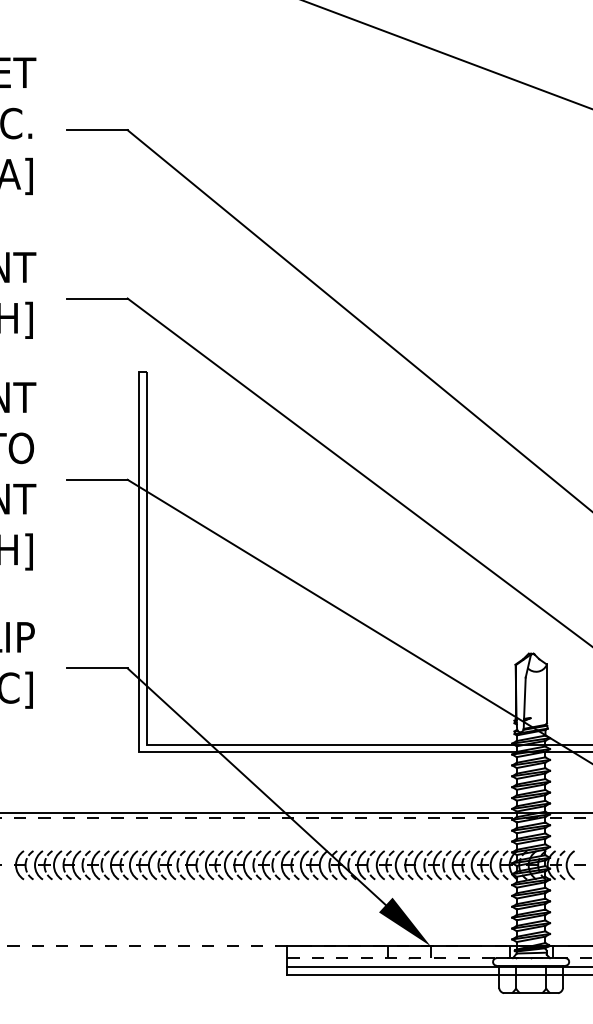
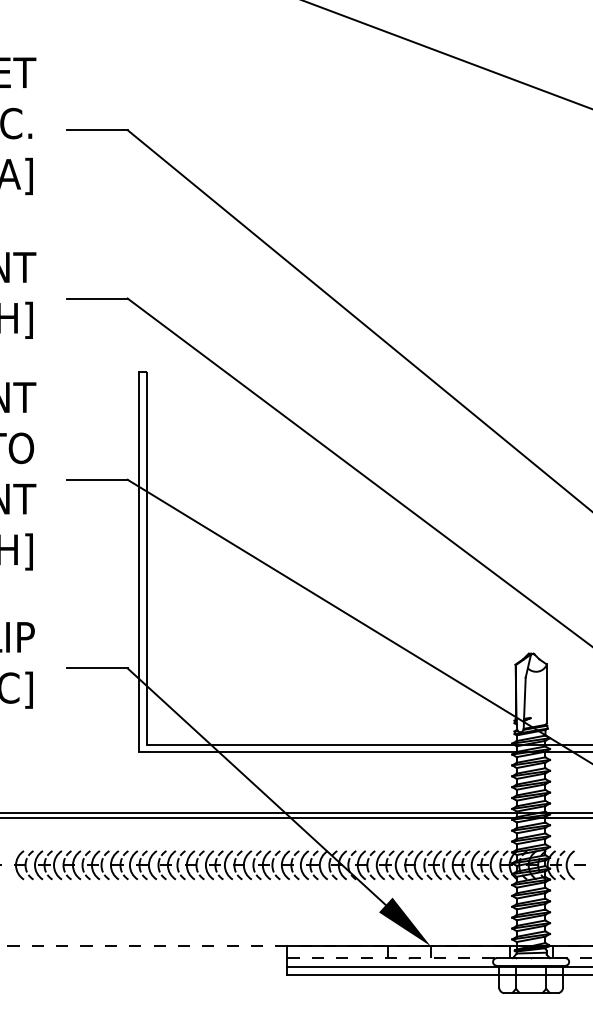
line at (296, 817): dashed -> solid
